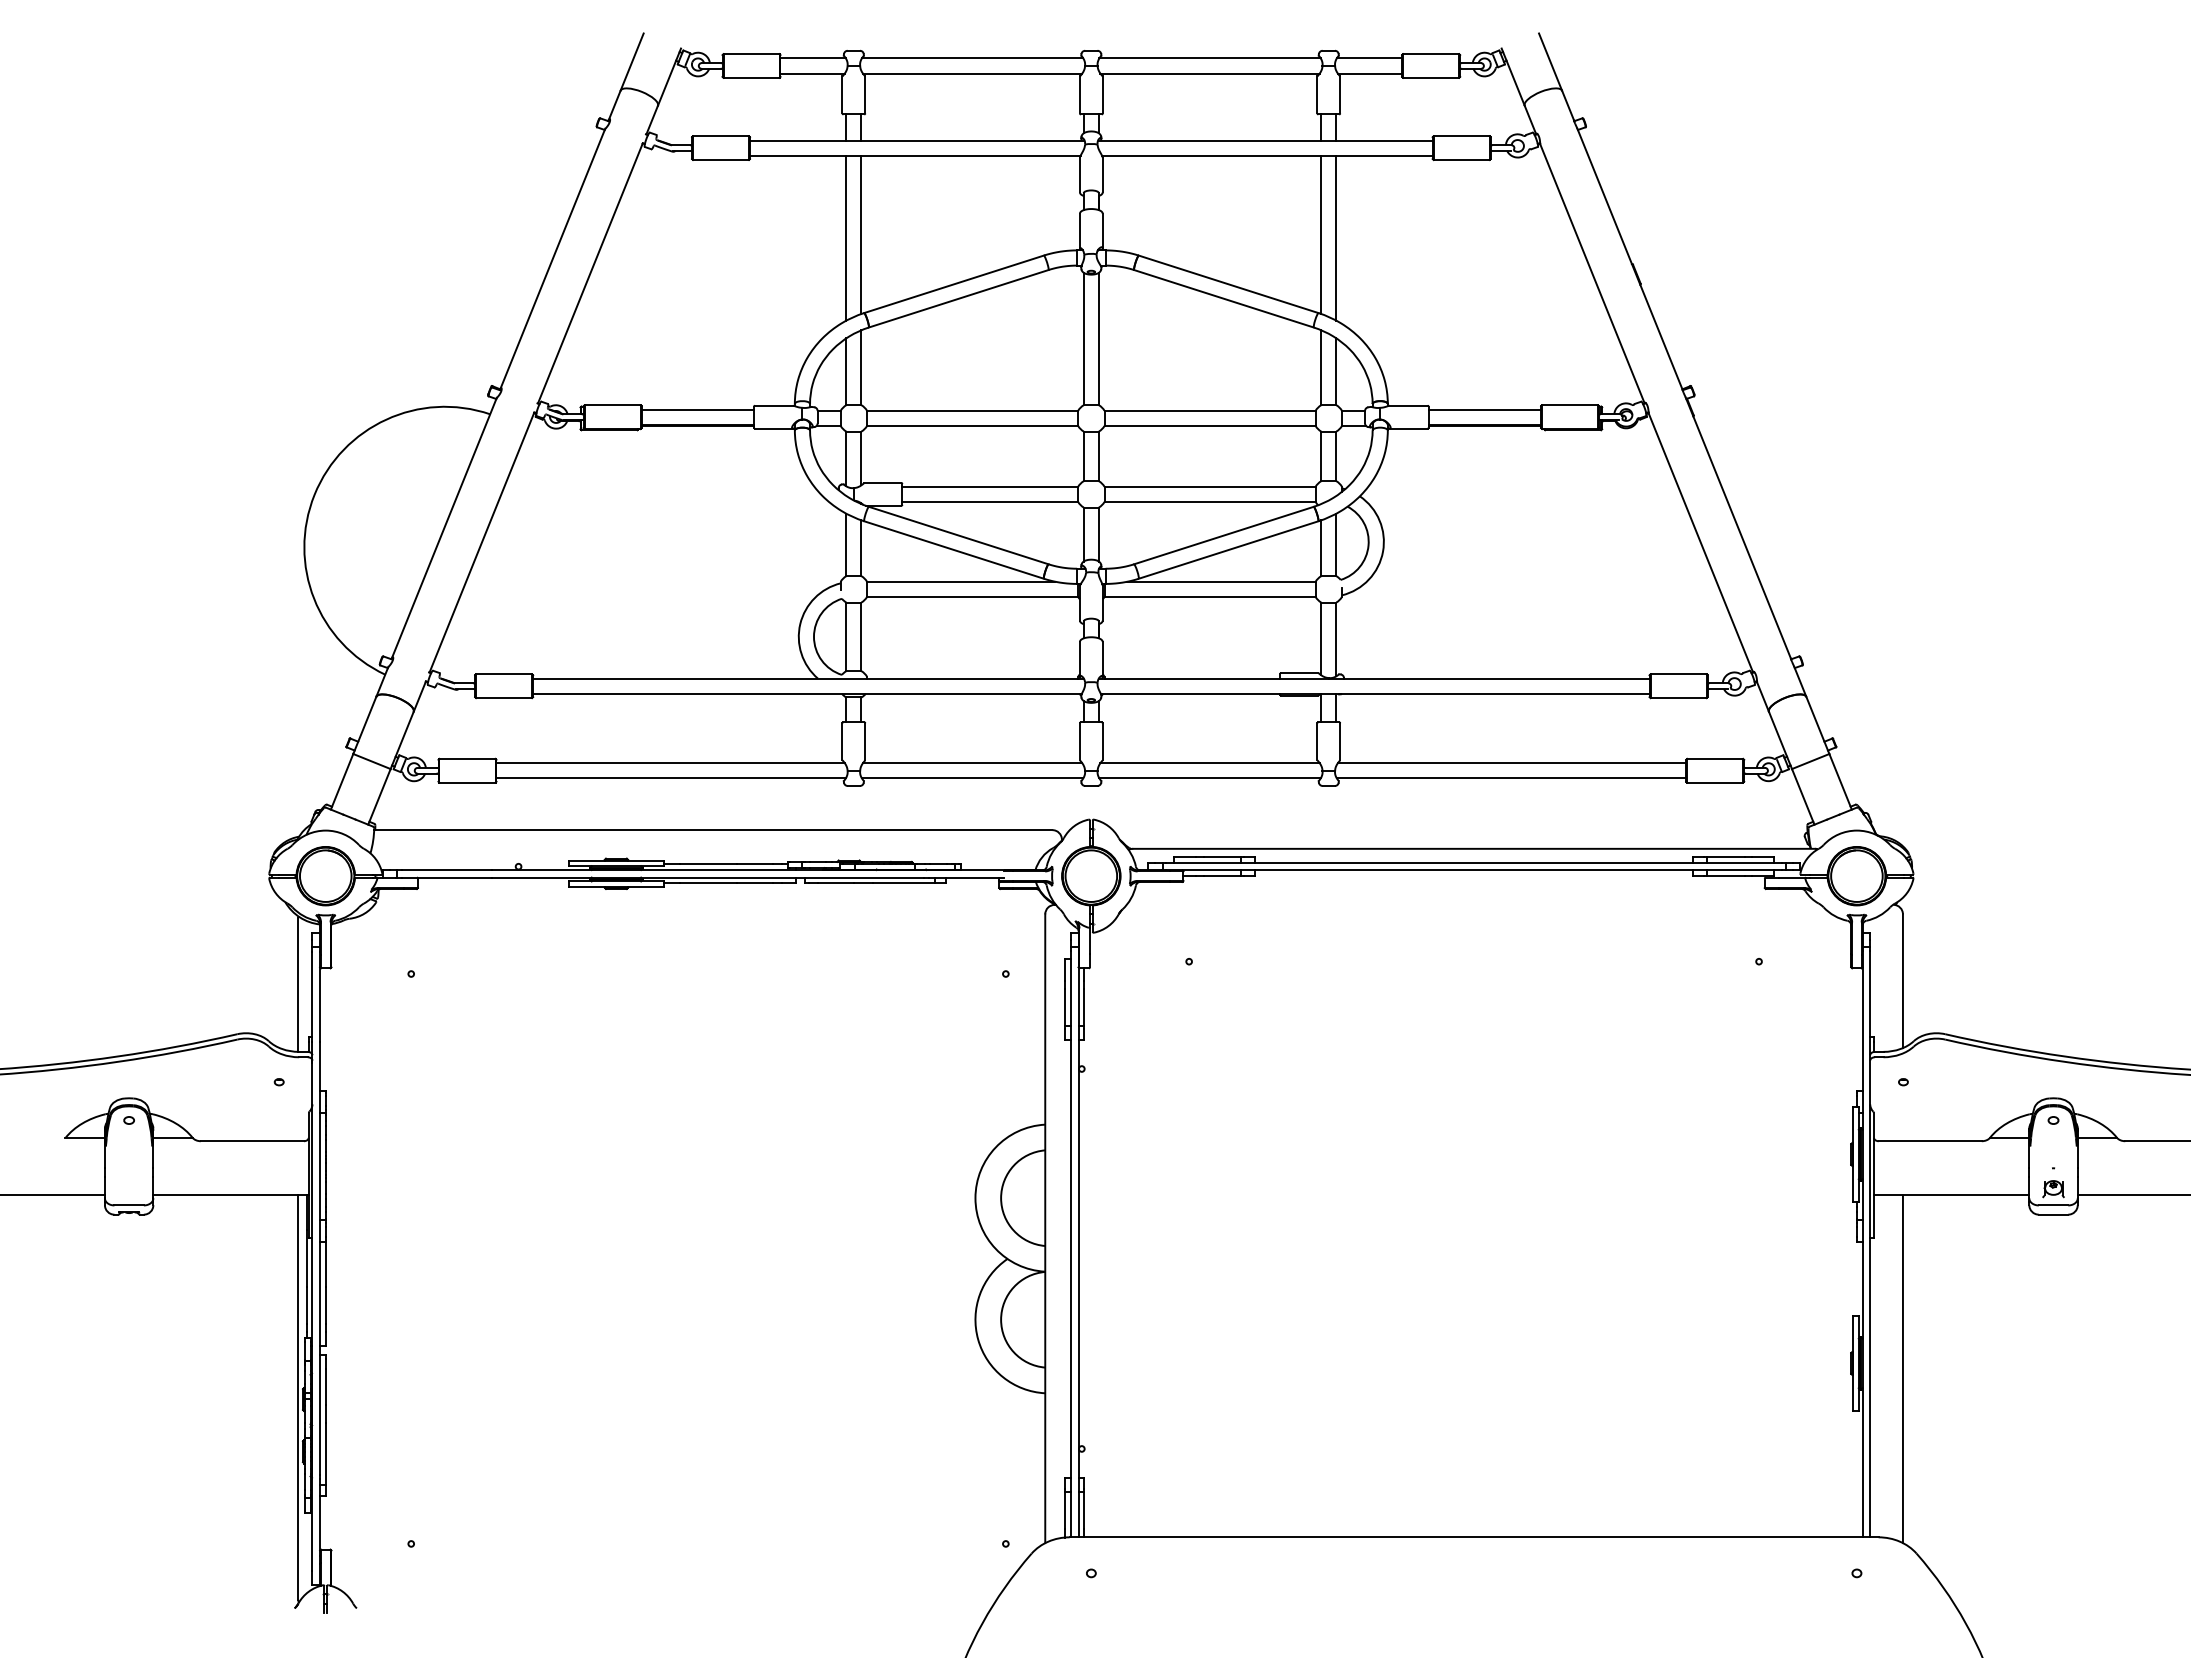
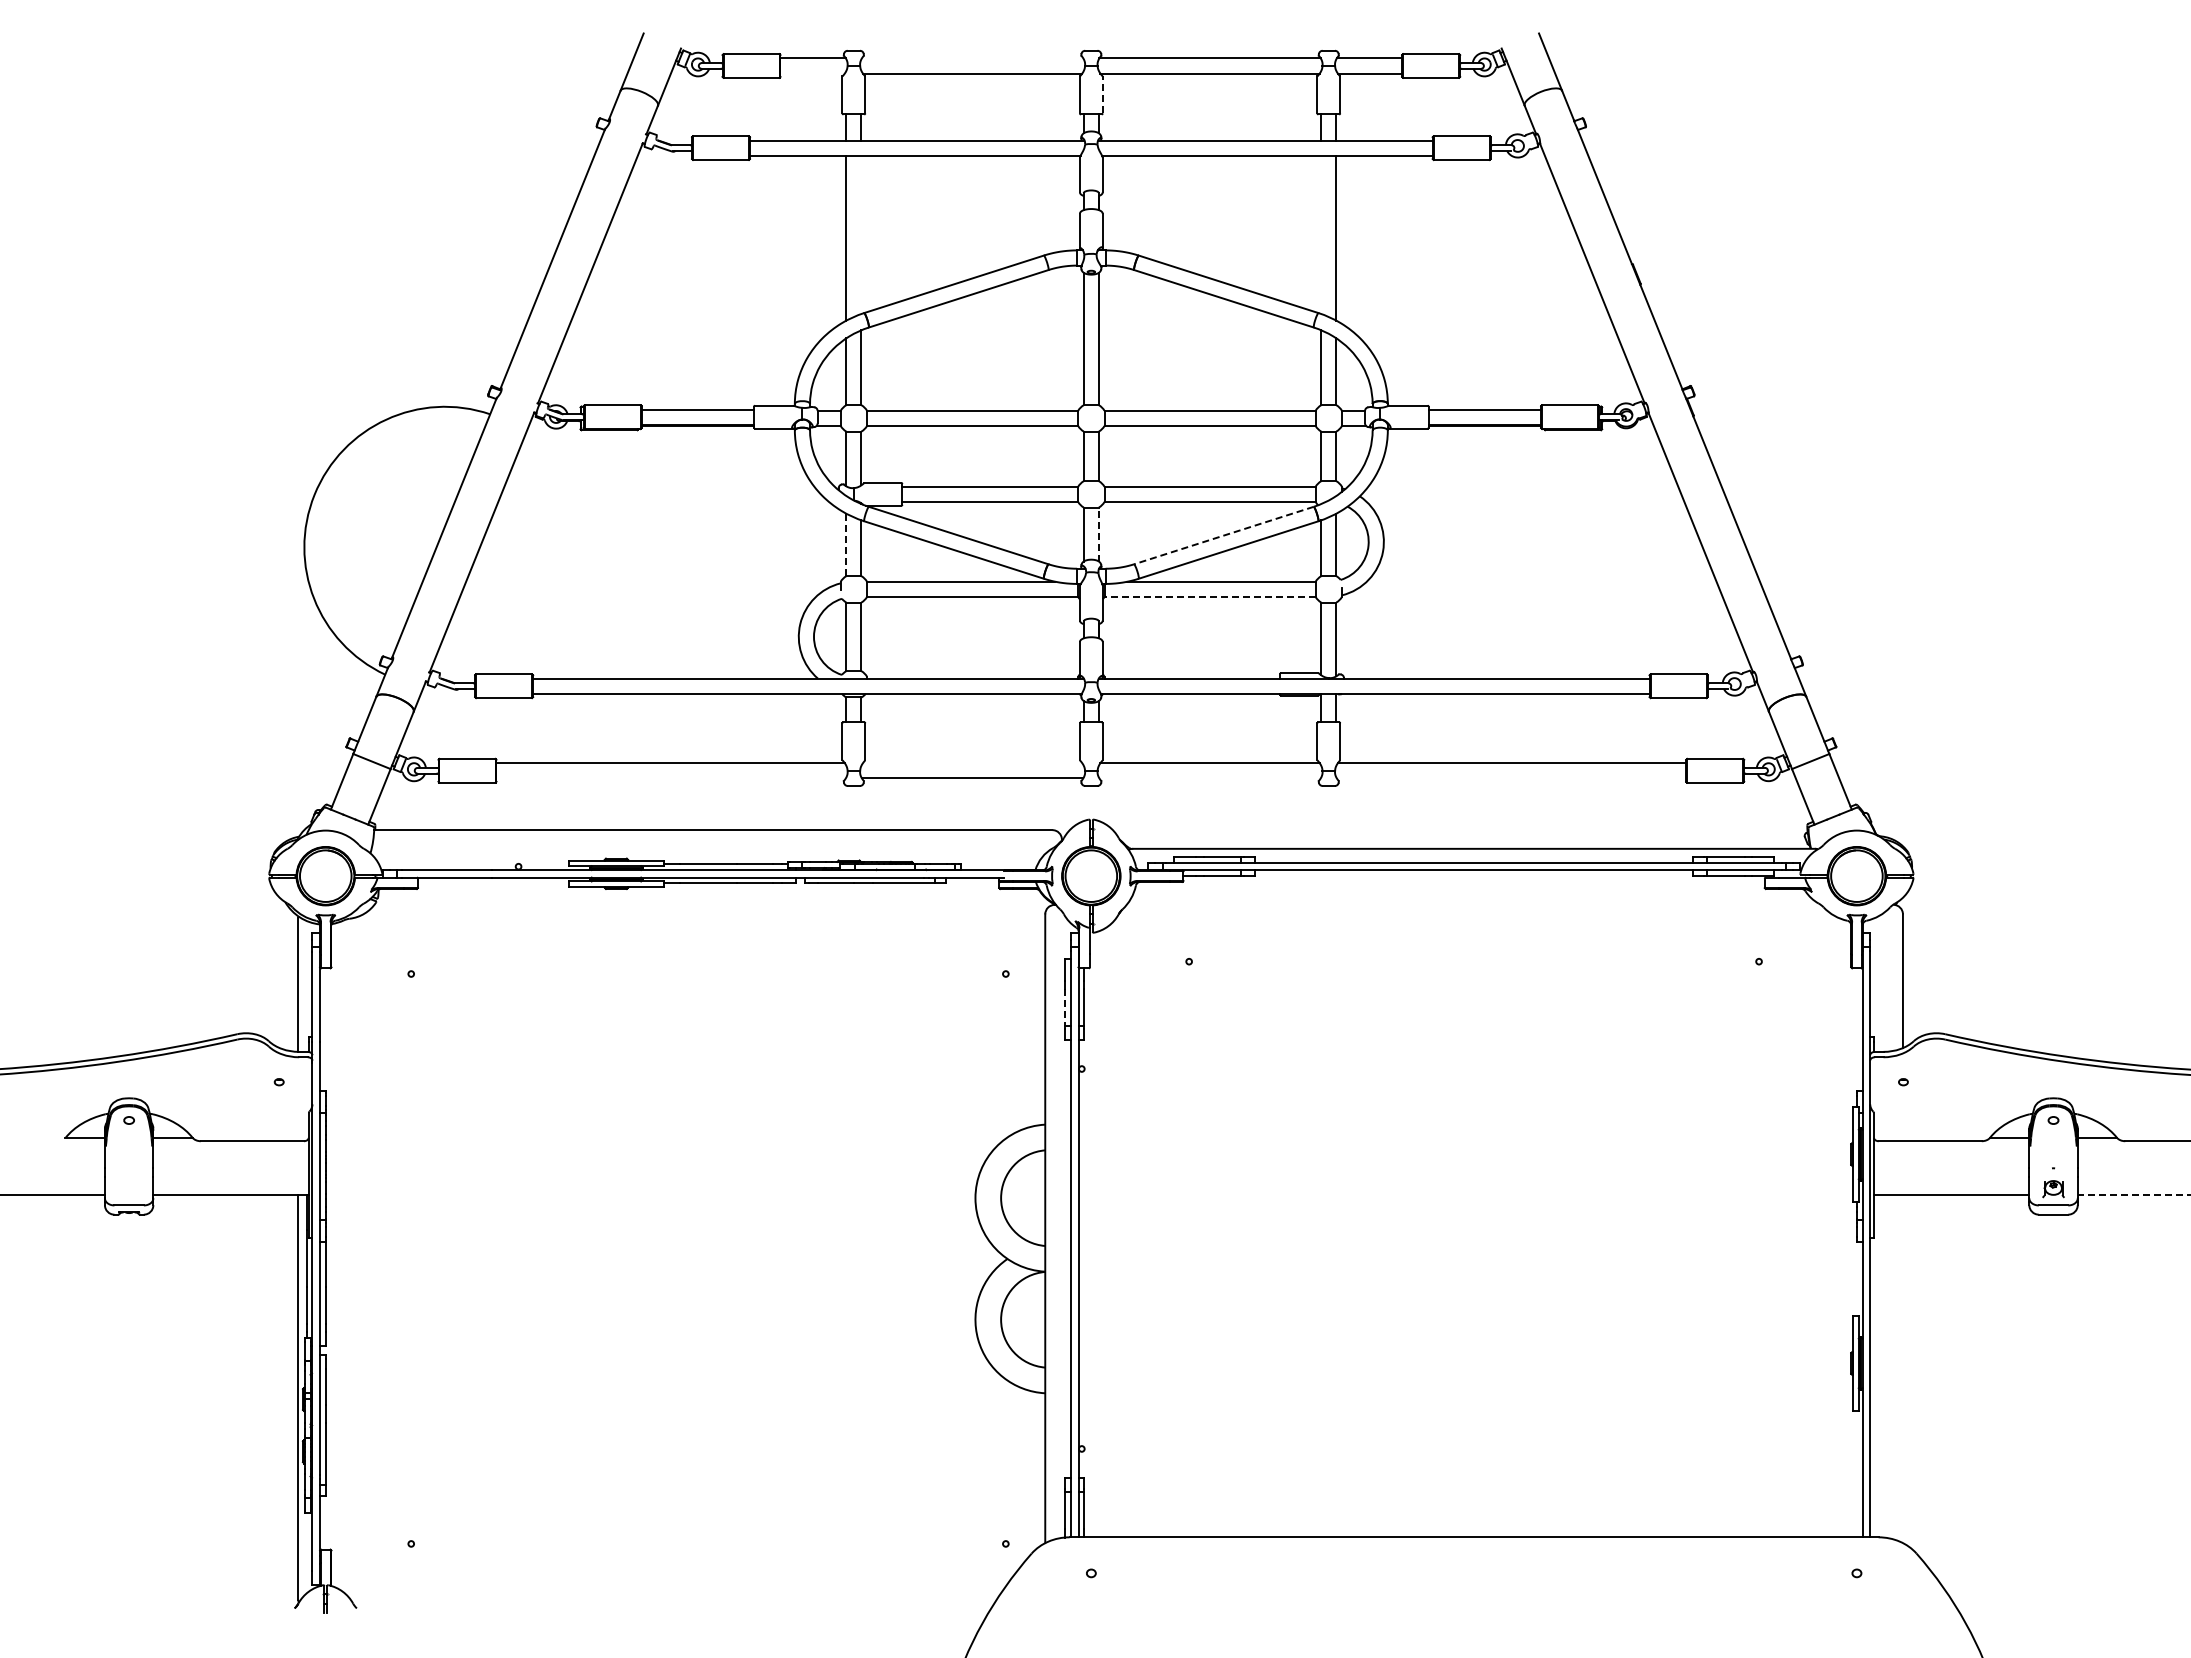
line at (972, 58): present -> none
line at (812, 73): present -> none
line at (1102, 94): solid -> dashed
line at (861, 234): present -> none
line at (1321, 234): present -> none
line at (1098, 534): solid -> dashed
line at (1223, 535): solid -> dashed
line at (846, 544): solid -> dashed
line at (1210, 596): solid -> dashed
line at (972, 763): present -> none
line at (670, 778): present -> none
line at (1209, 778): present -> none
line at (1511, 778): present -> none
line at (1065, 1007): solid -> dashed
line at (2133, 1195): solid -> dashed
line at (1902, 1369): present -> none
